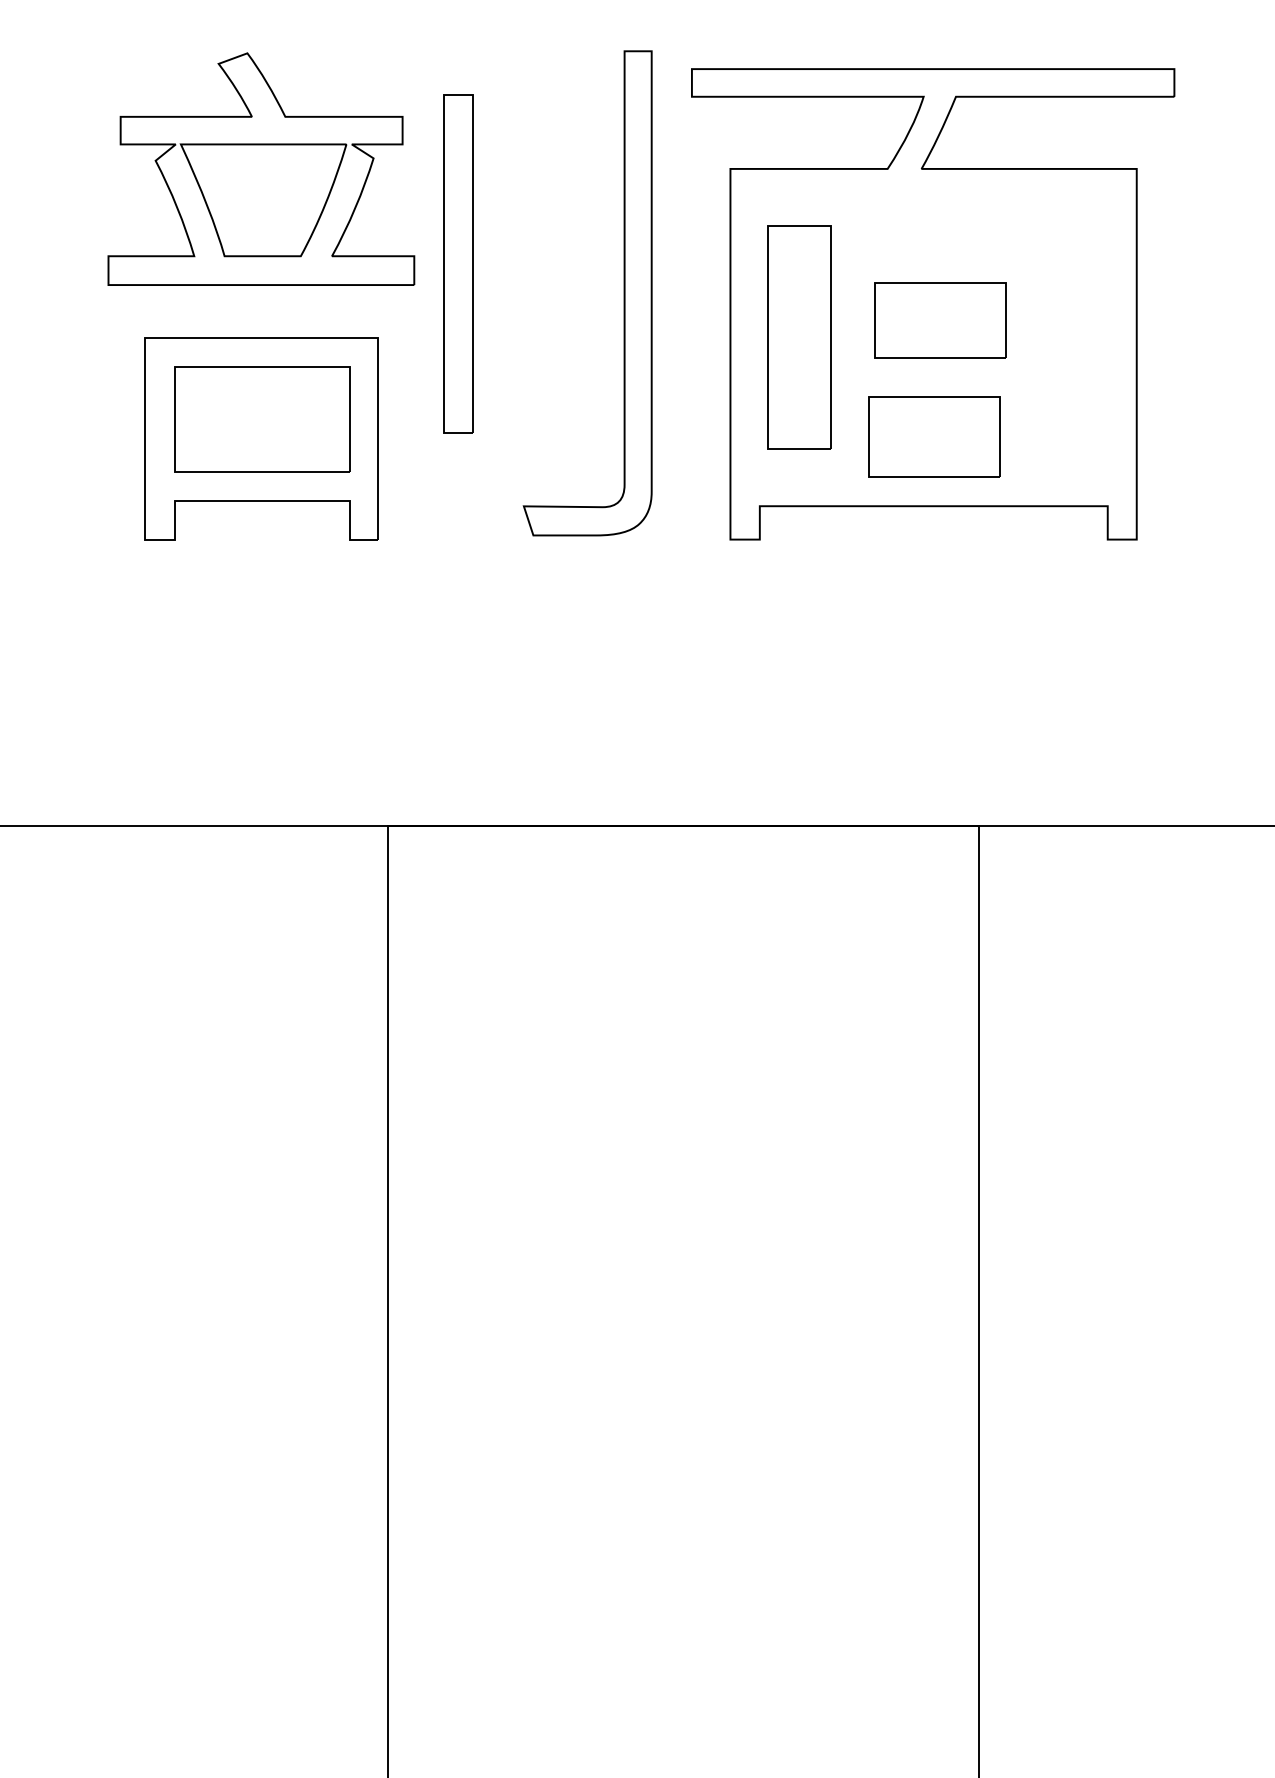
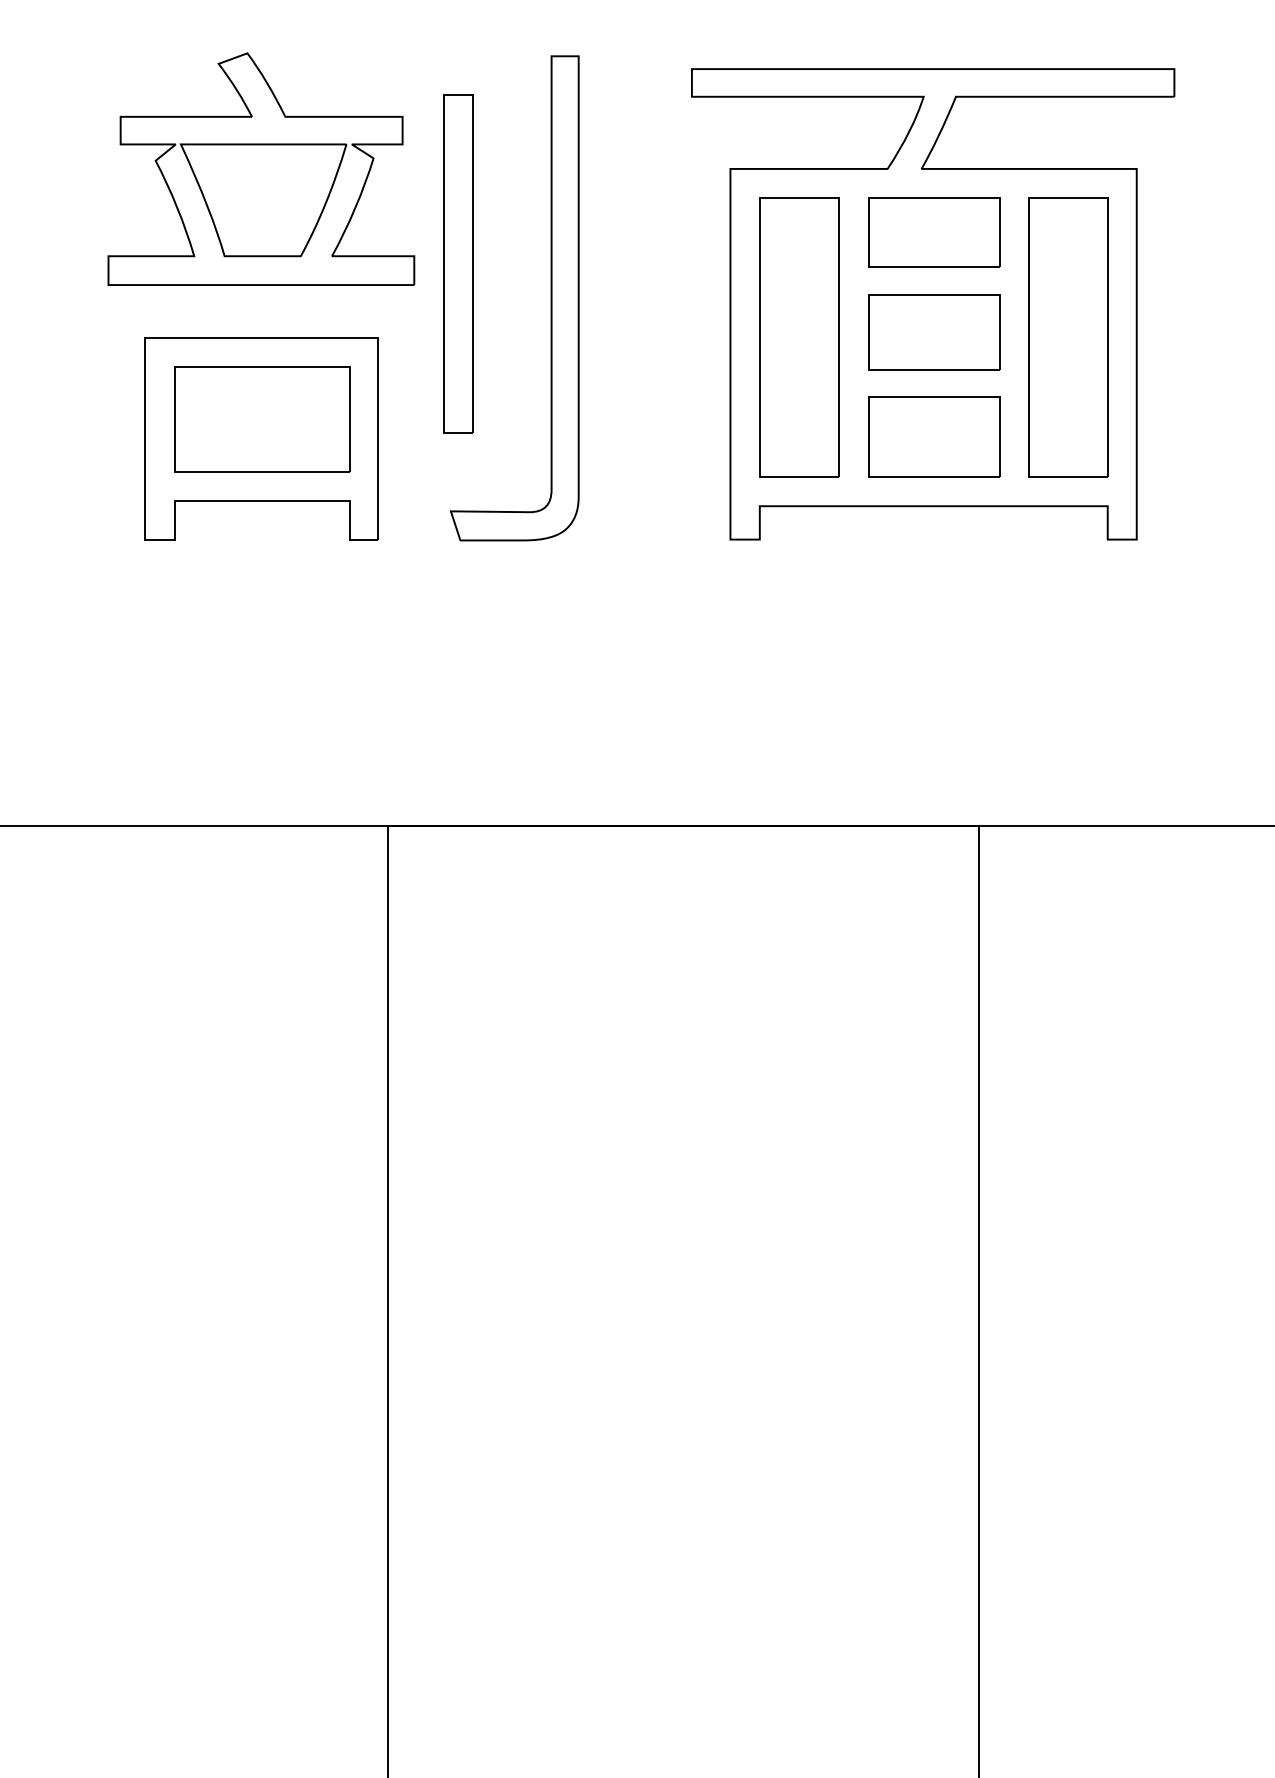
part at (934, 232): none -> present
part at (623, 293) position: (623, 293) -> (550, 298)
part at (940, 320) position: (940, 320) -> (934, 332)
part at (799, 337) size: 65x225 px -> 81x281 px
part at (1068, 337): none -> present
